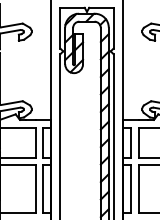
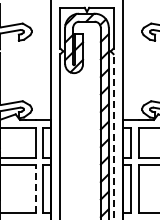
line at (113, 136): solid -> dashed
line at (35, 189): solid -> dashed
